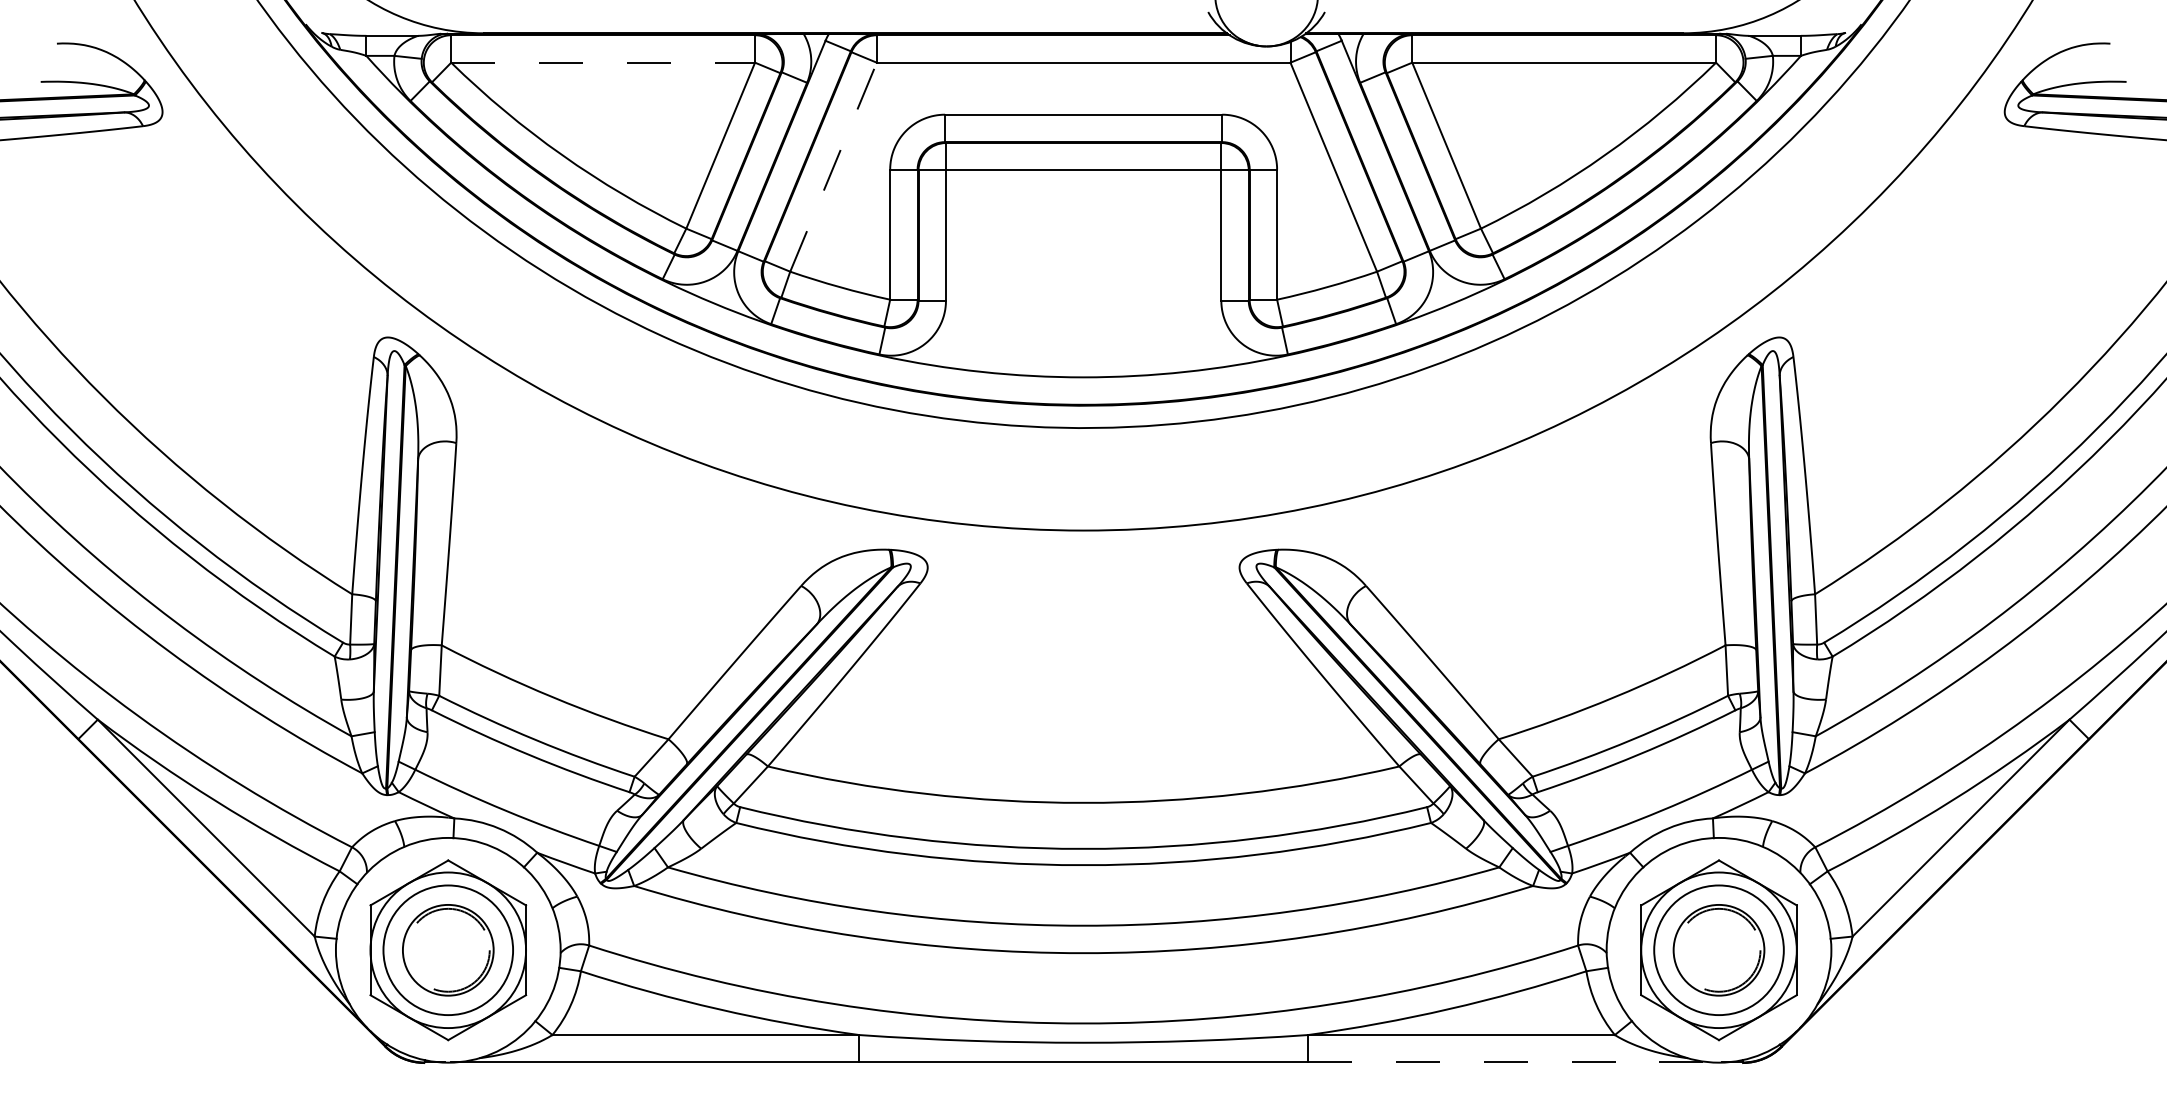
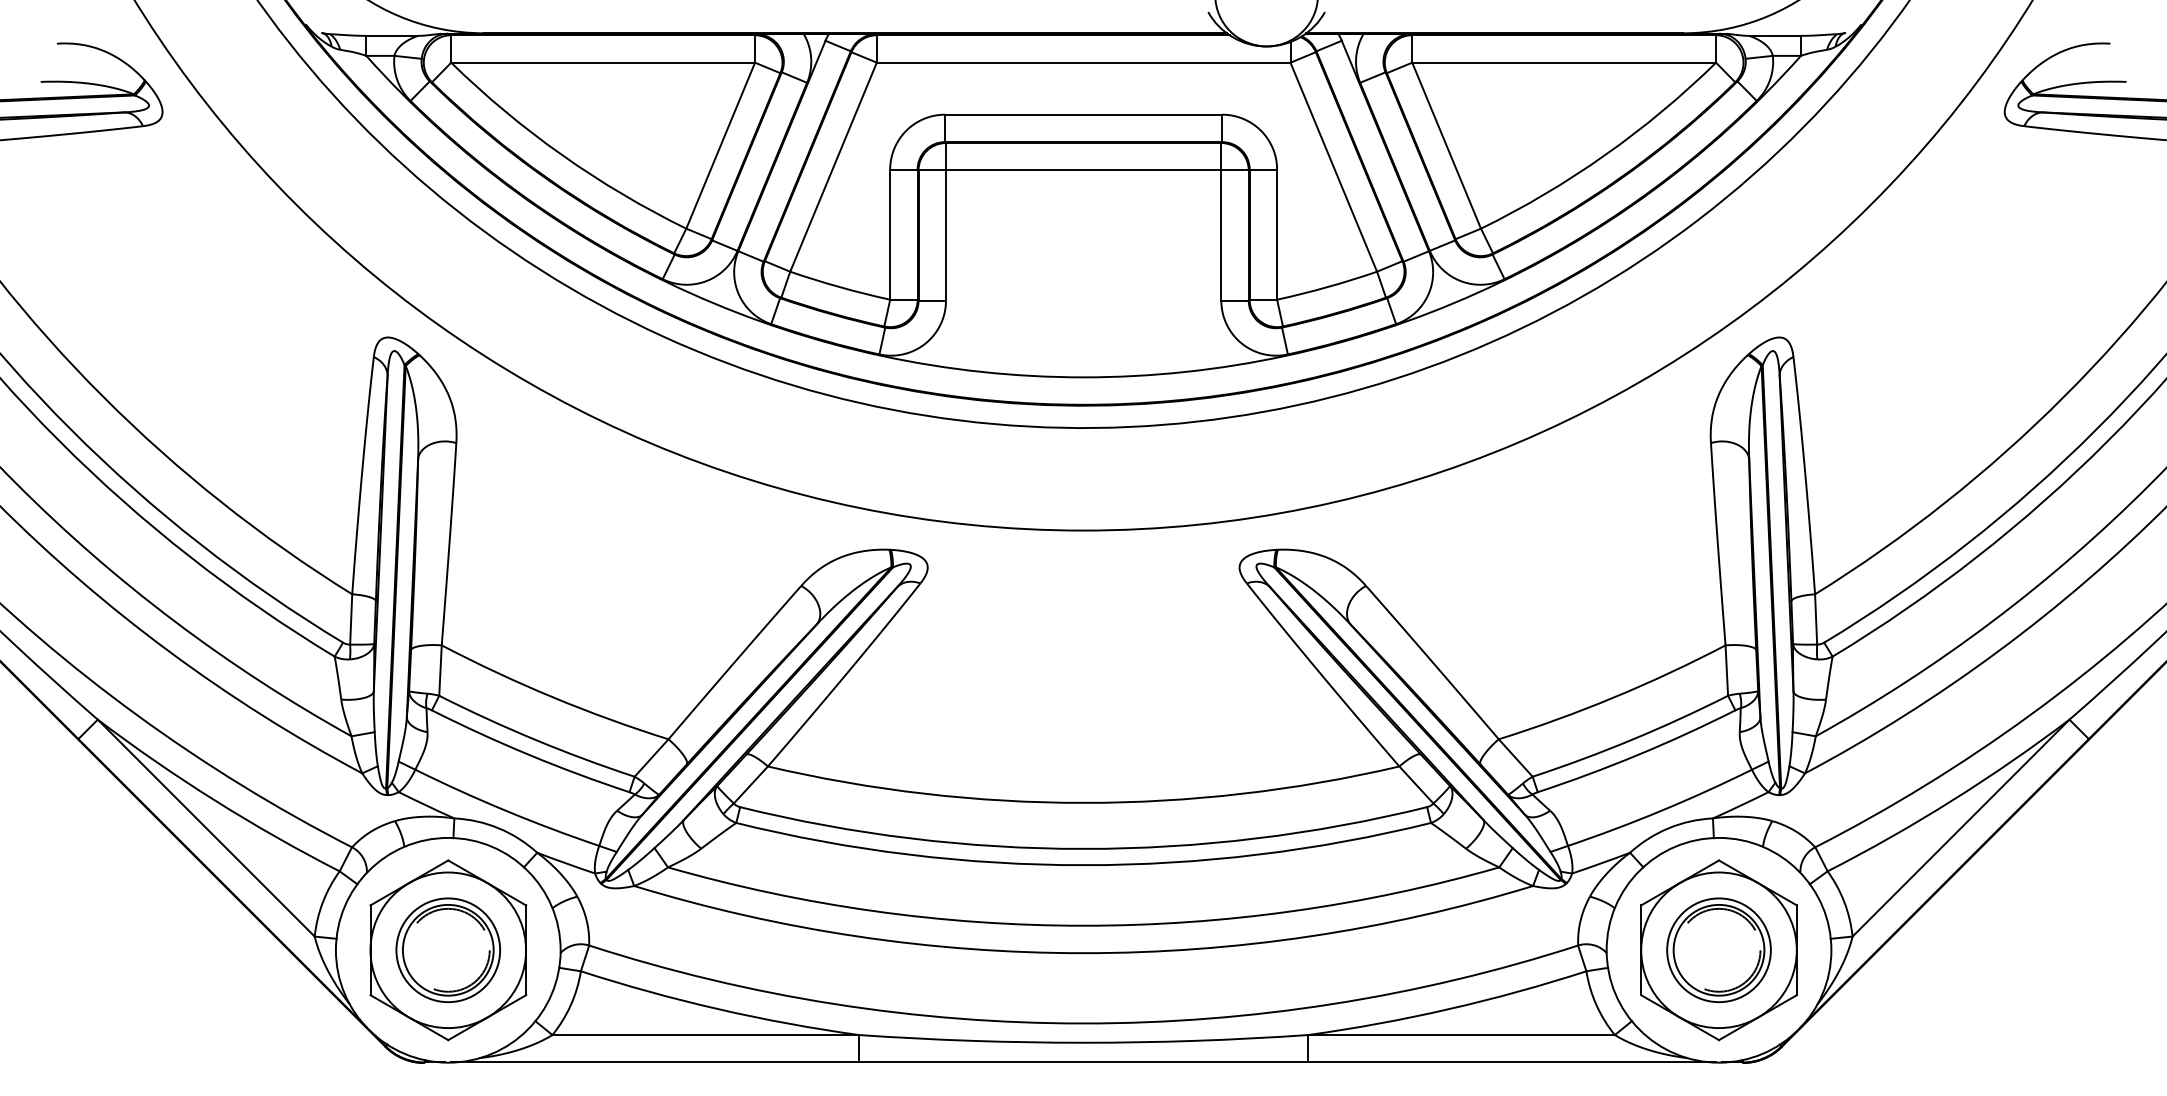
line at (603, 62): dashed -> solid
line at (833, 166): dashed -> solid
circle at (448, 950) diameter: 130 px -> 104 px
circle at (1718, 950) diameter: 130 px -> 104 px
line at (1512, 1062): dashed -> solid
